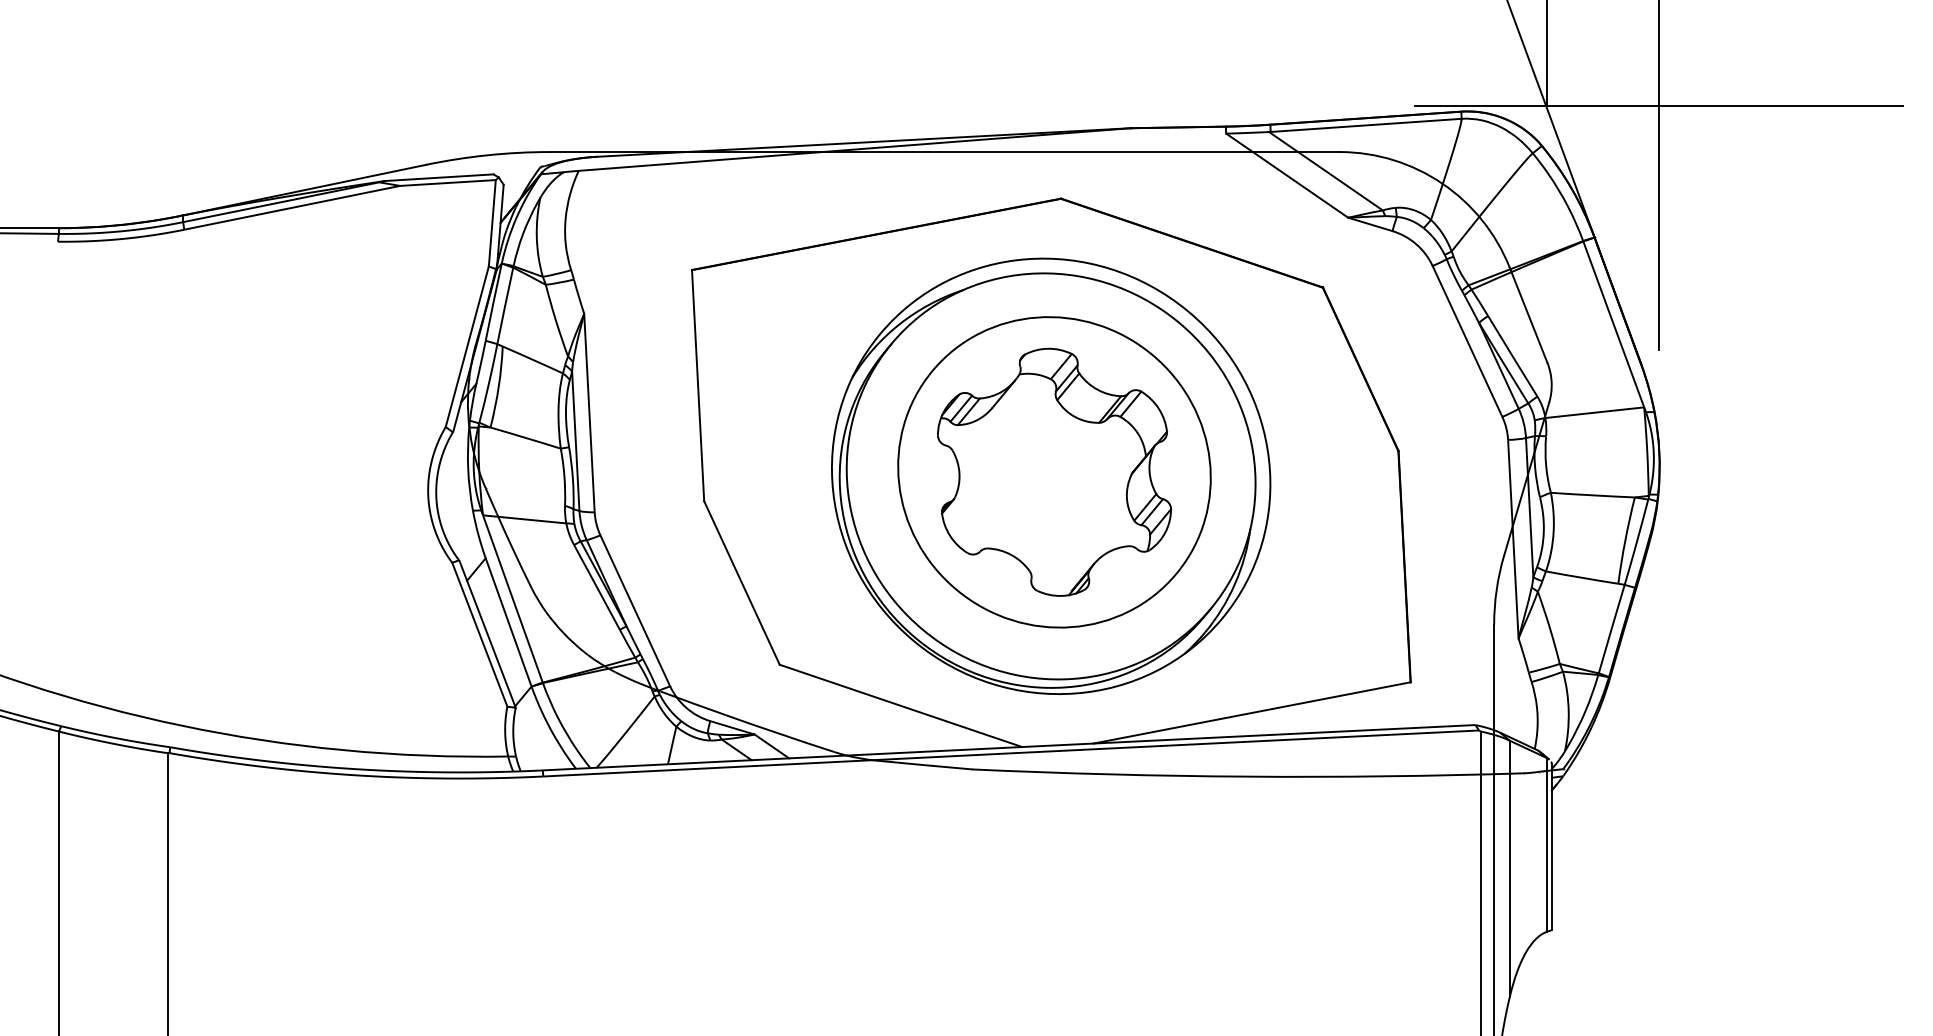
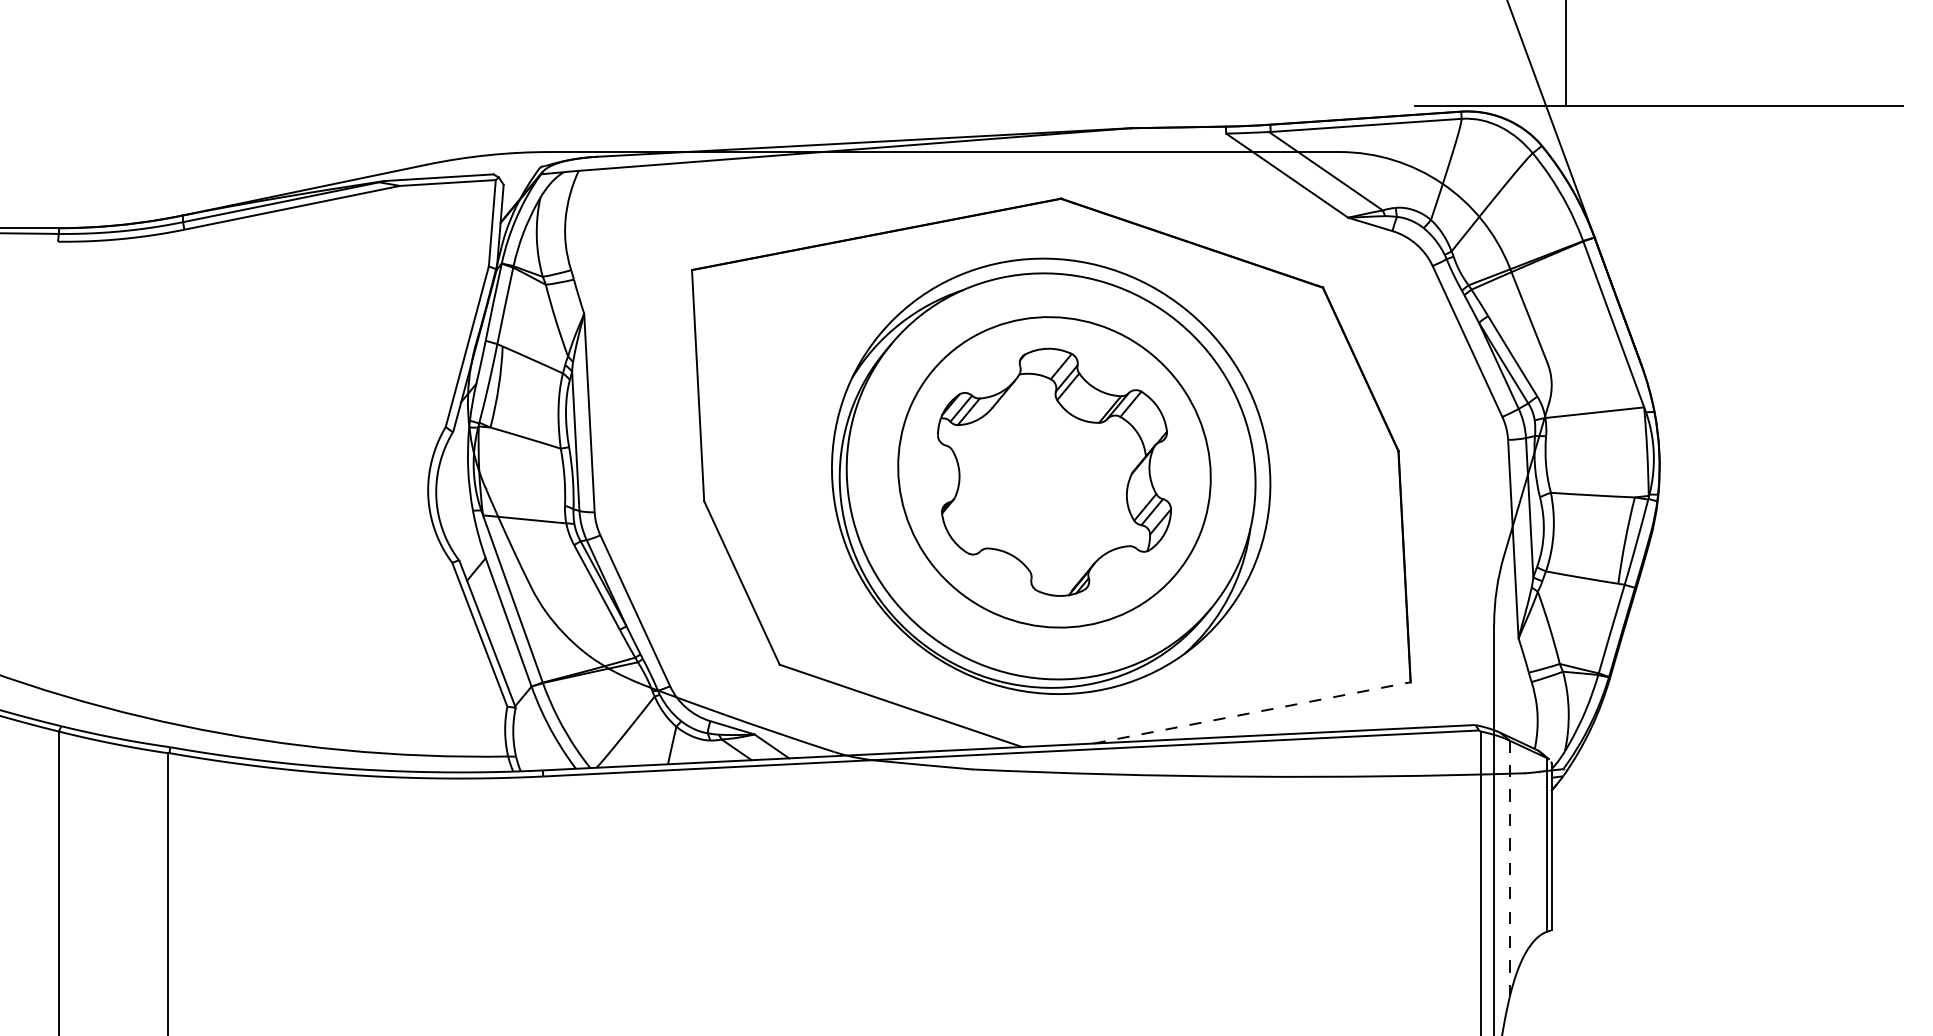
line at (1546, 54) position: (1546, 54) -> (1565, 54)
line at (1659, 176): present -> none
line at (1252, 712): solid -> dashed
line at (1509, 869): solid -> dashed
